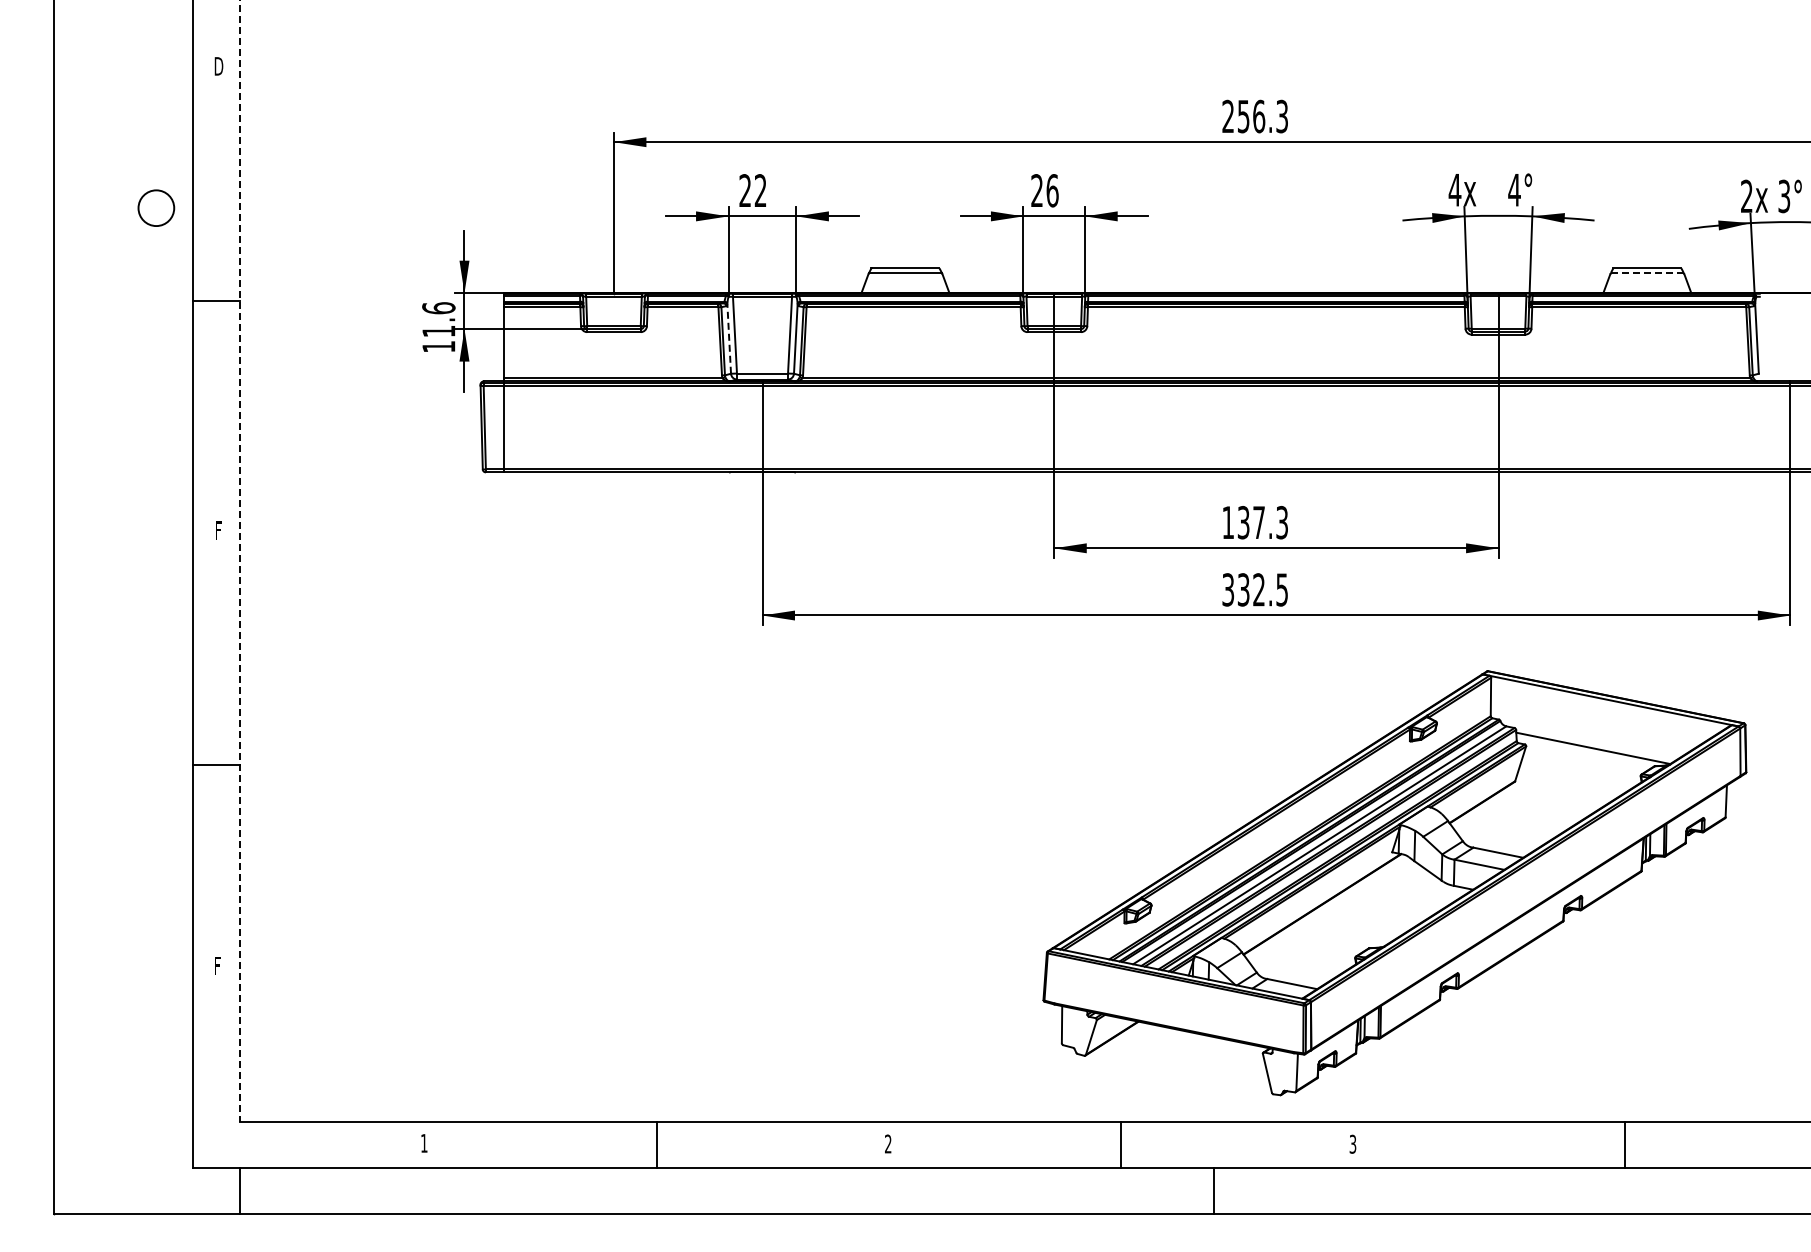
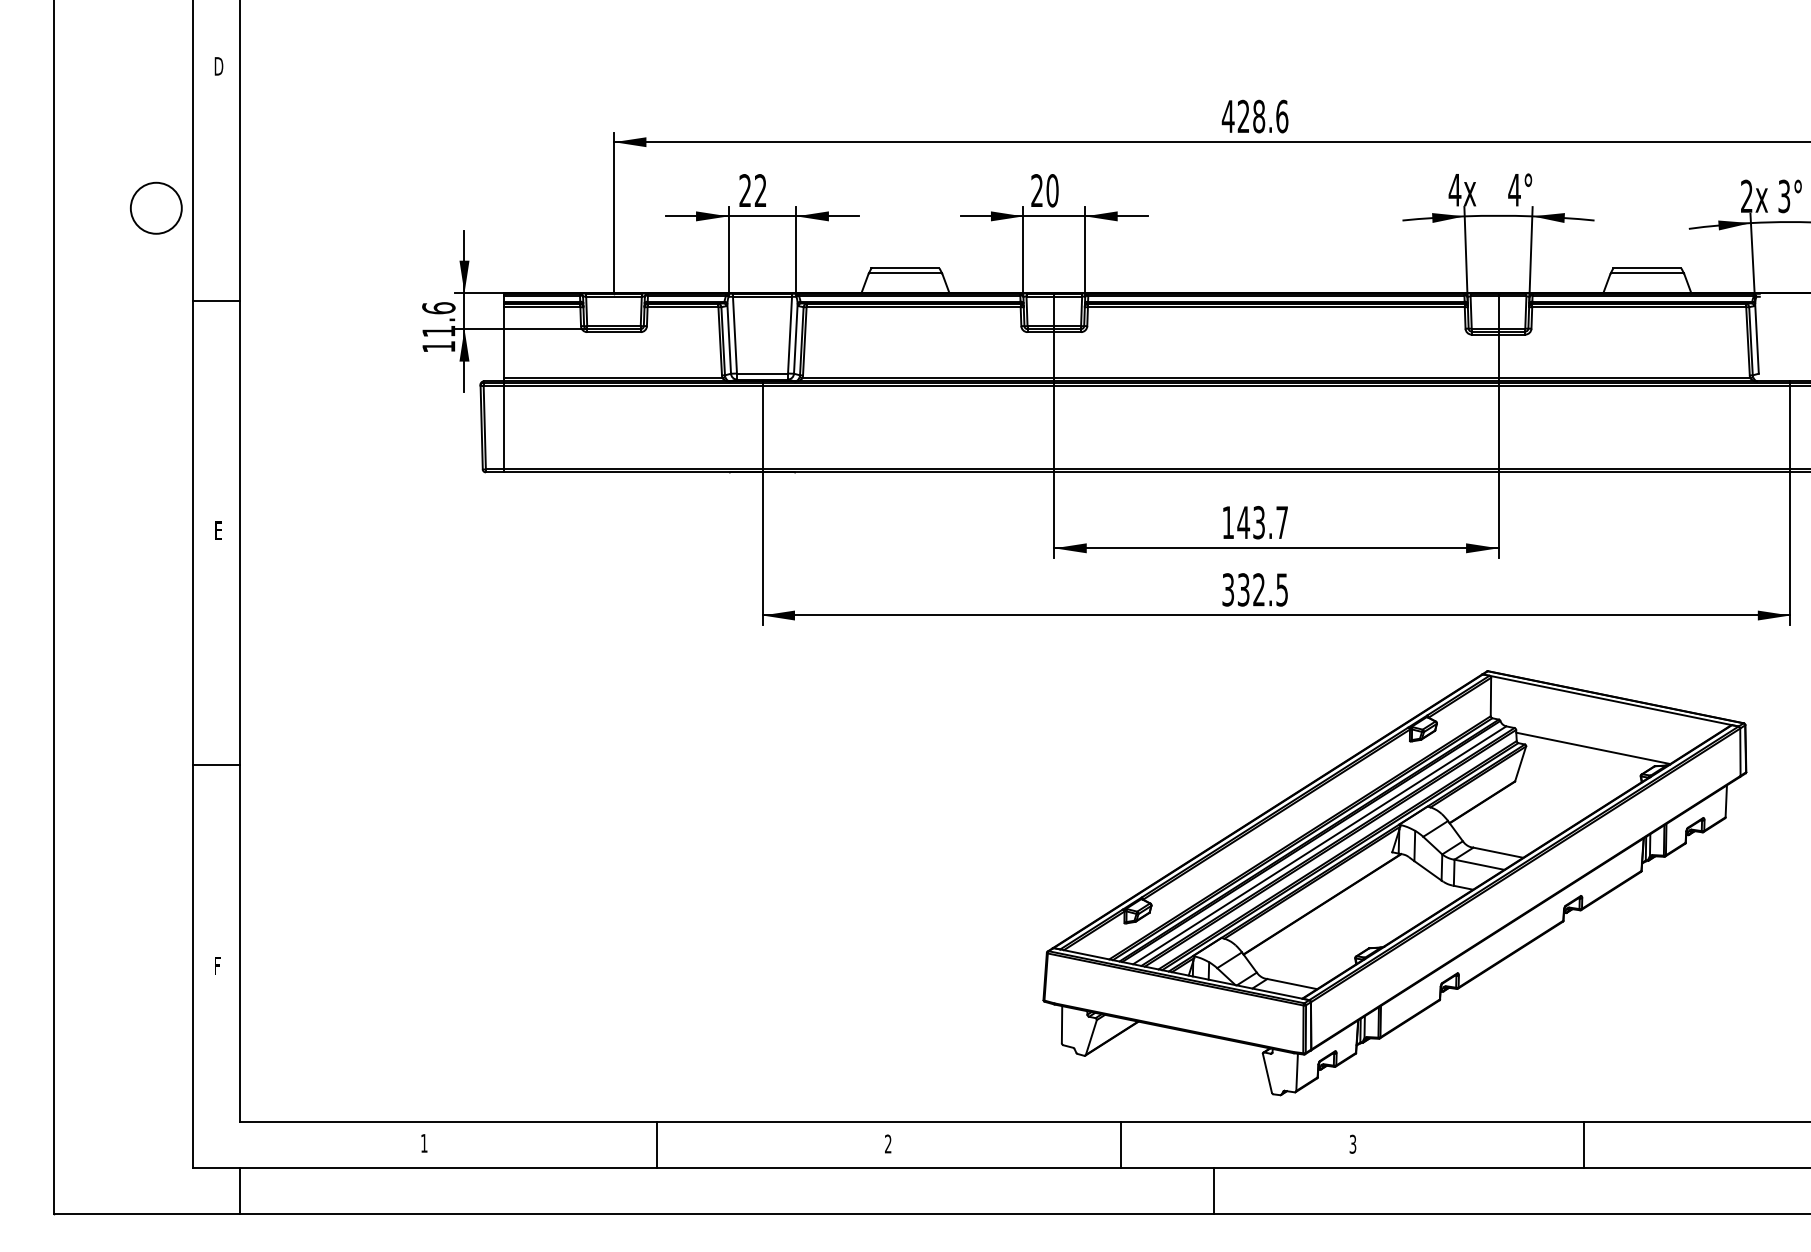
text at (1254, 116): 256.3 -> 428.6
text at (1052, 190): 26 -> 20
circle at (156, 207) size: 39x38 px -> 53x54 px
line at (1646, 272): dashed -> solid
line at (729, 338): dashed -> solid
text at (1262, 522): 137.3 -> 143.7
text at (218, 530): F -> E
line at (239, 561): dashed -> solid
line at (1625, 1144) position: (1625, 1144) -> (1584, 1144)
